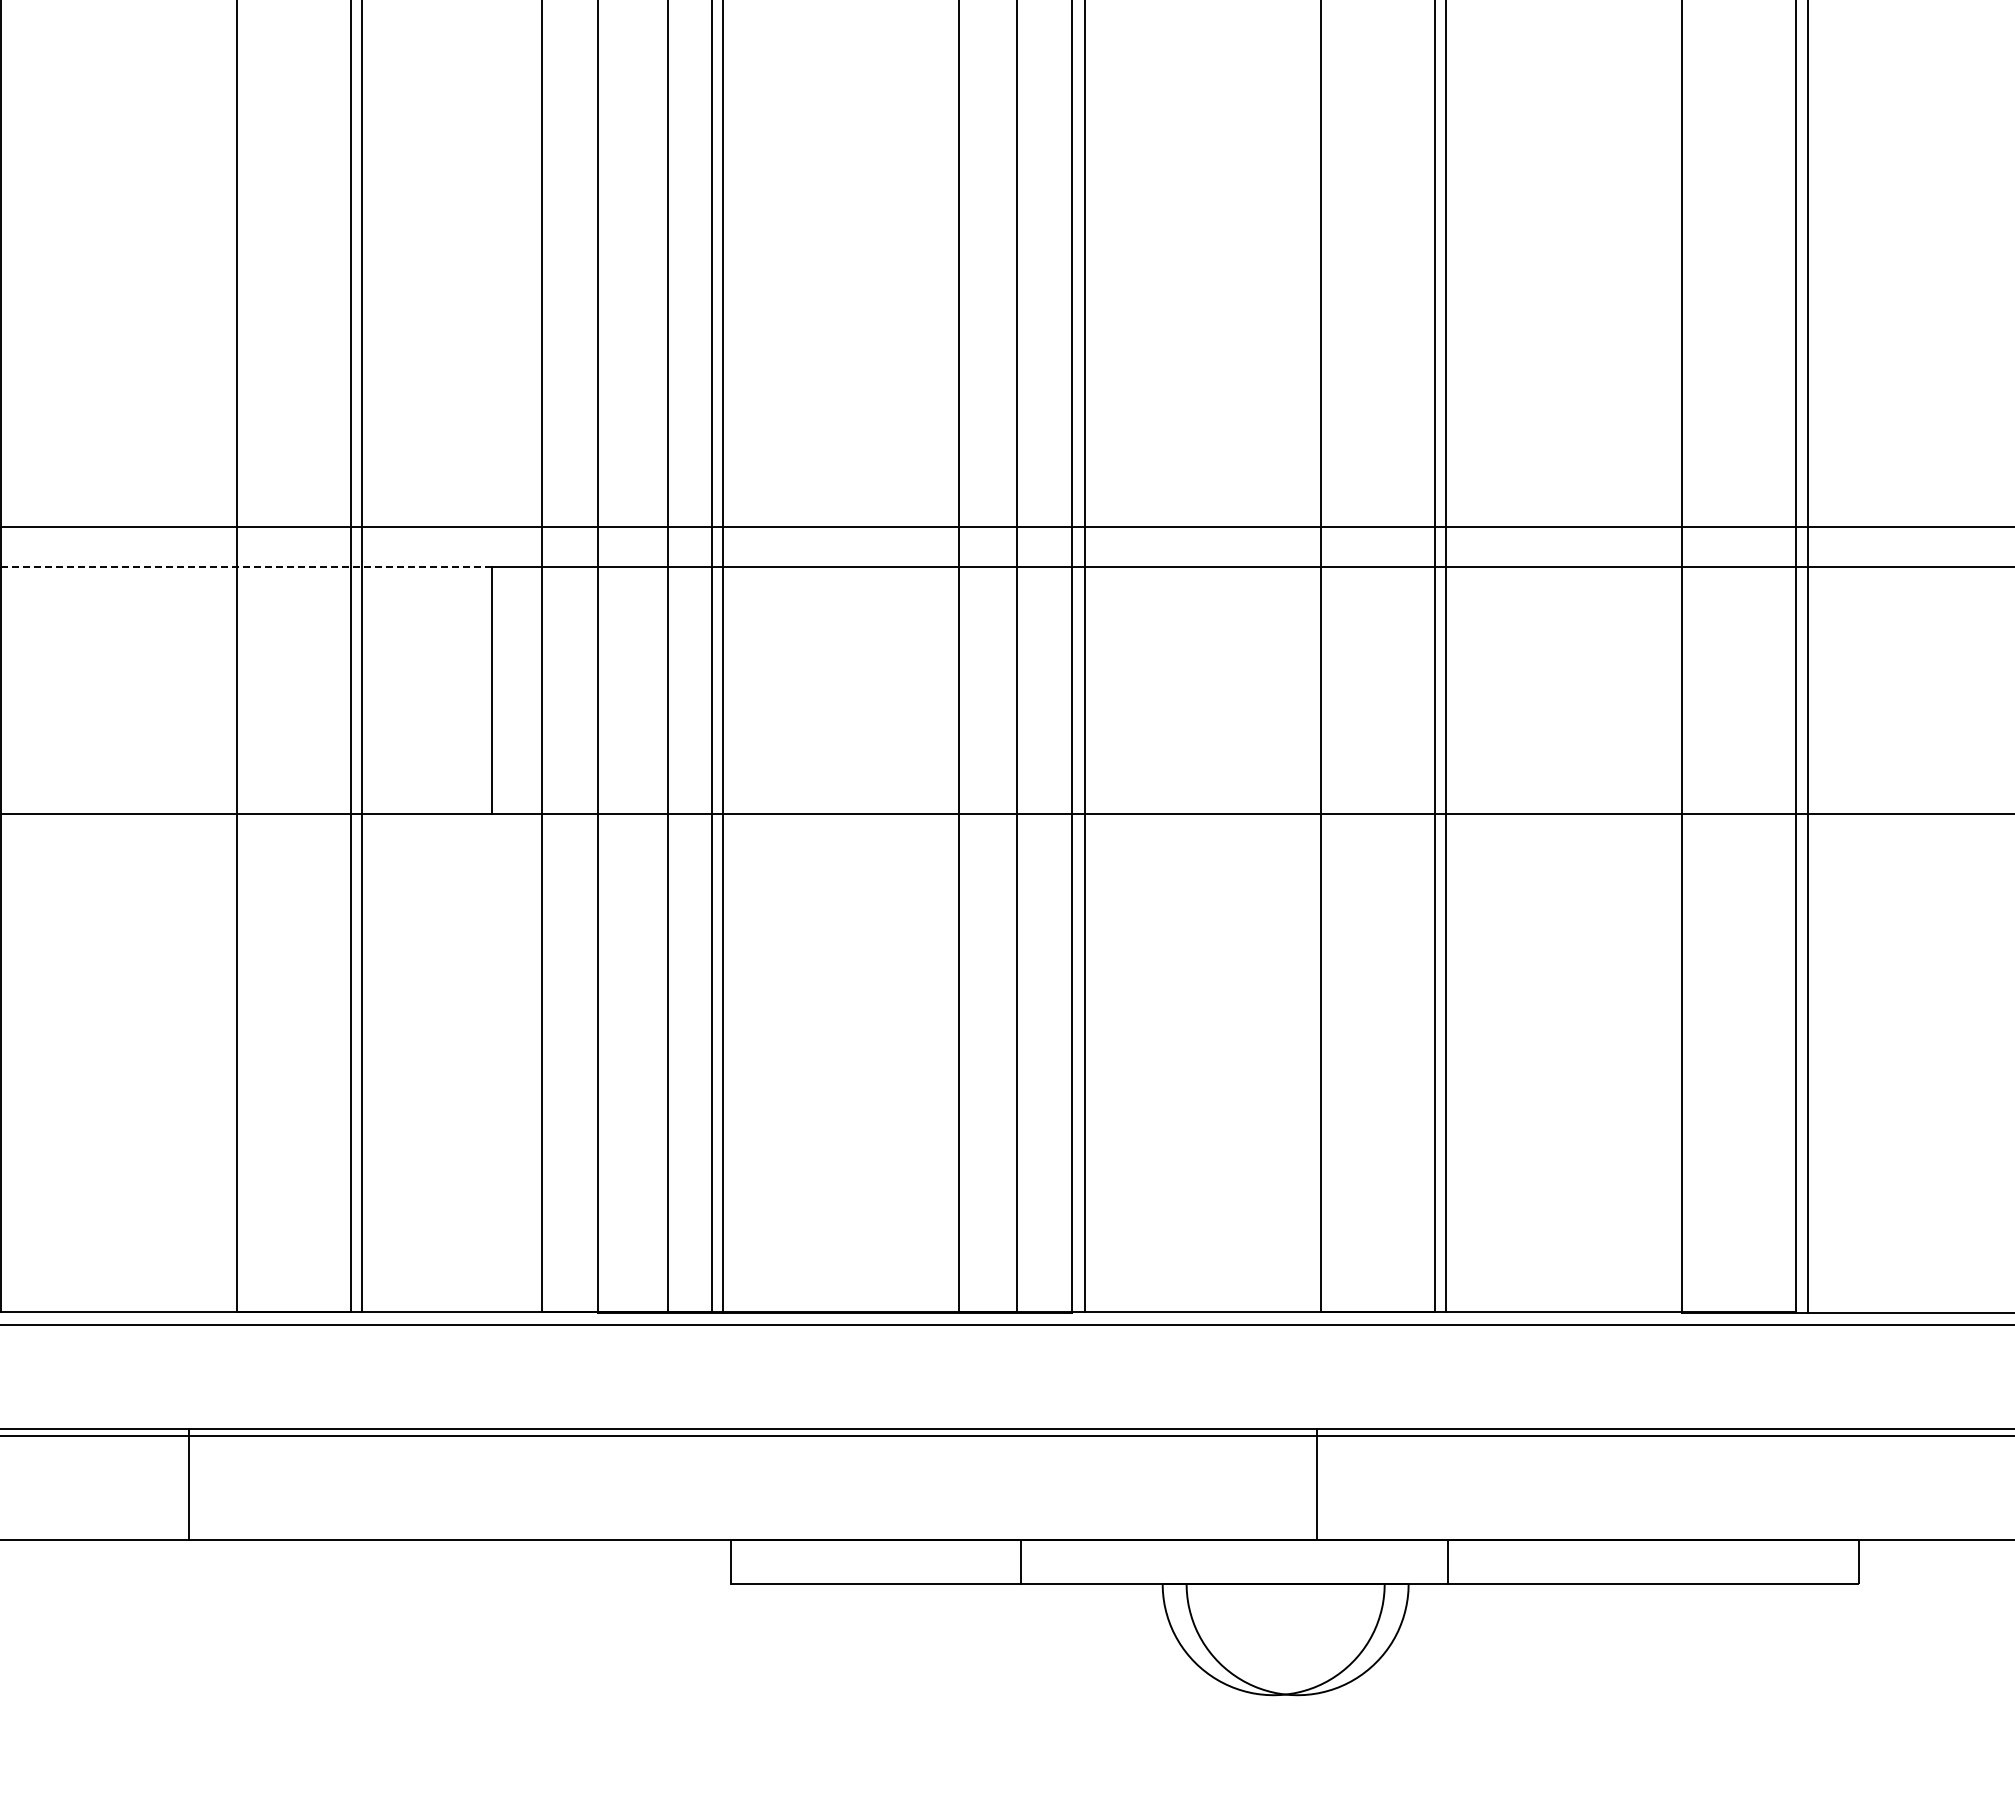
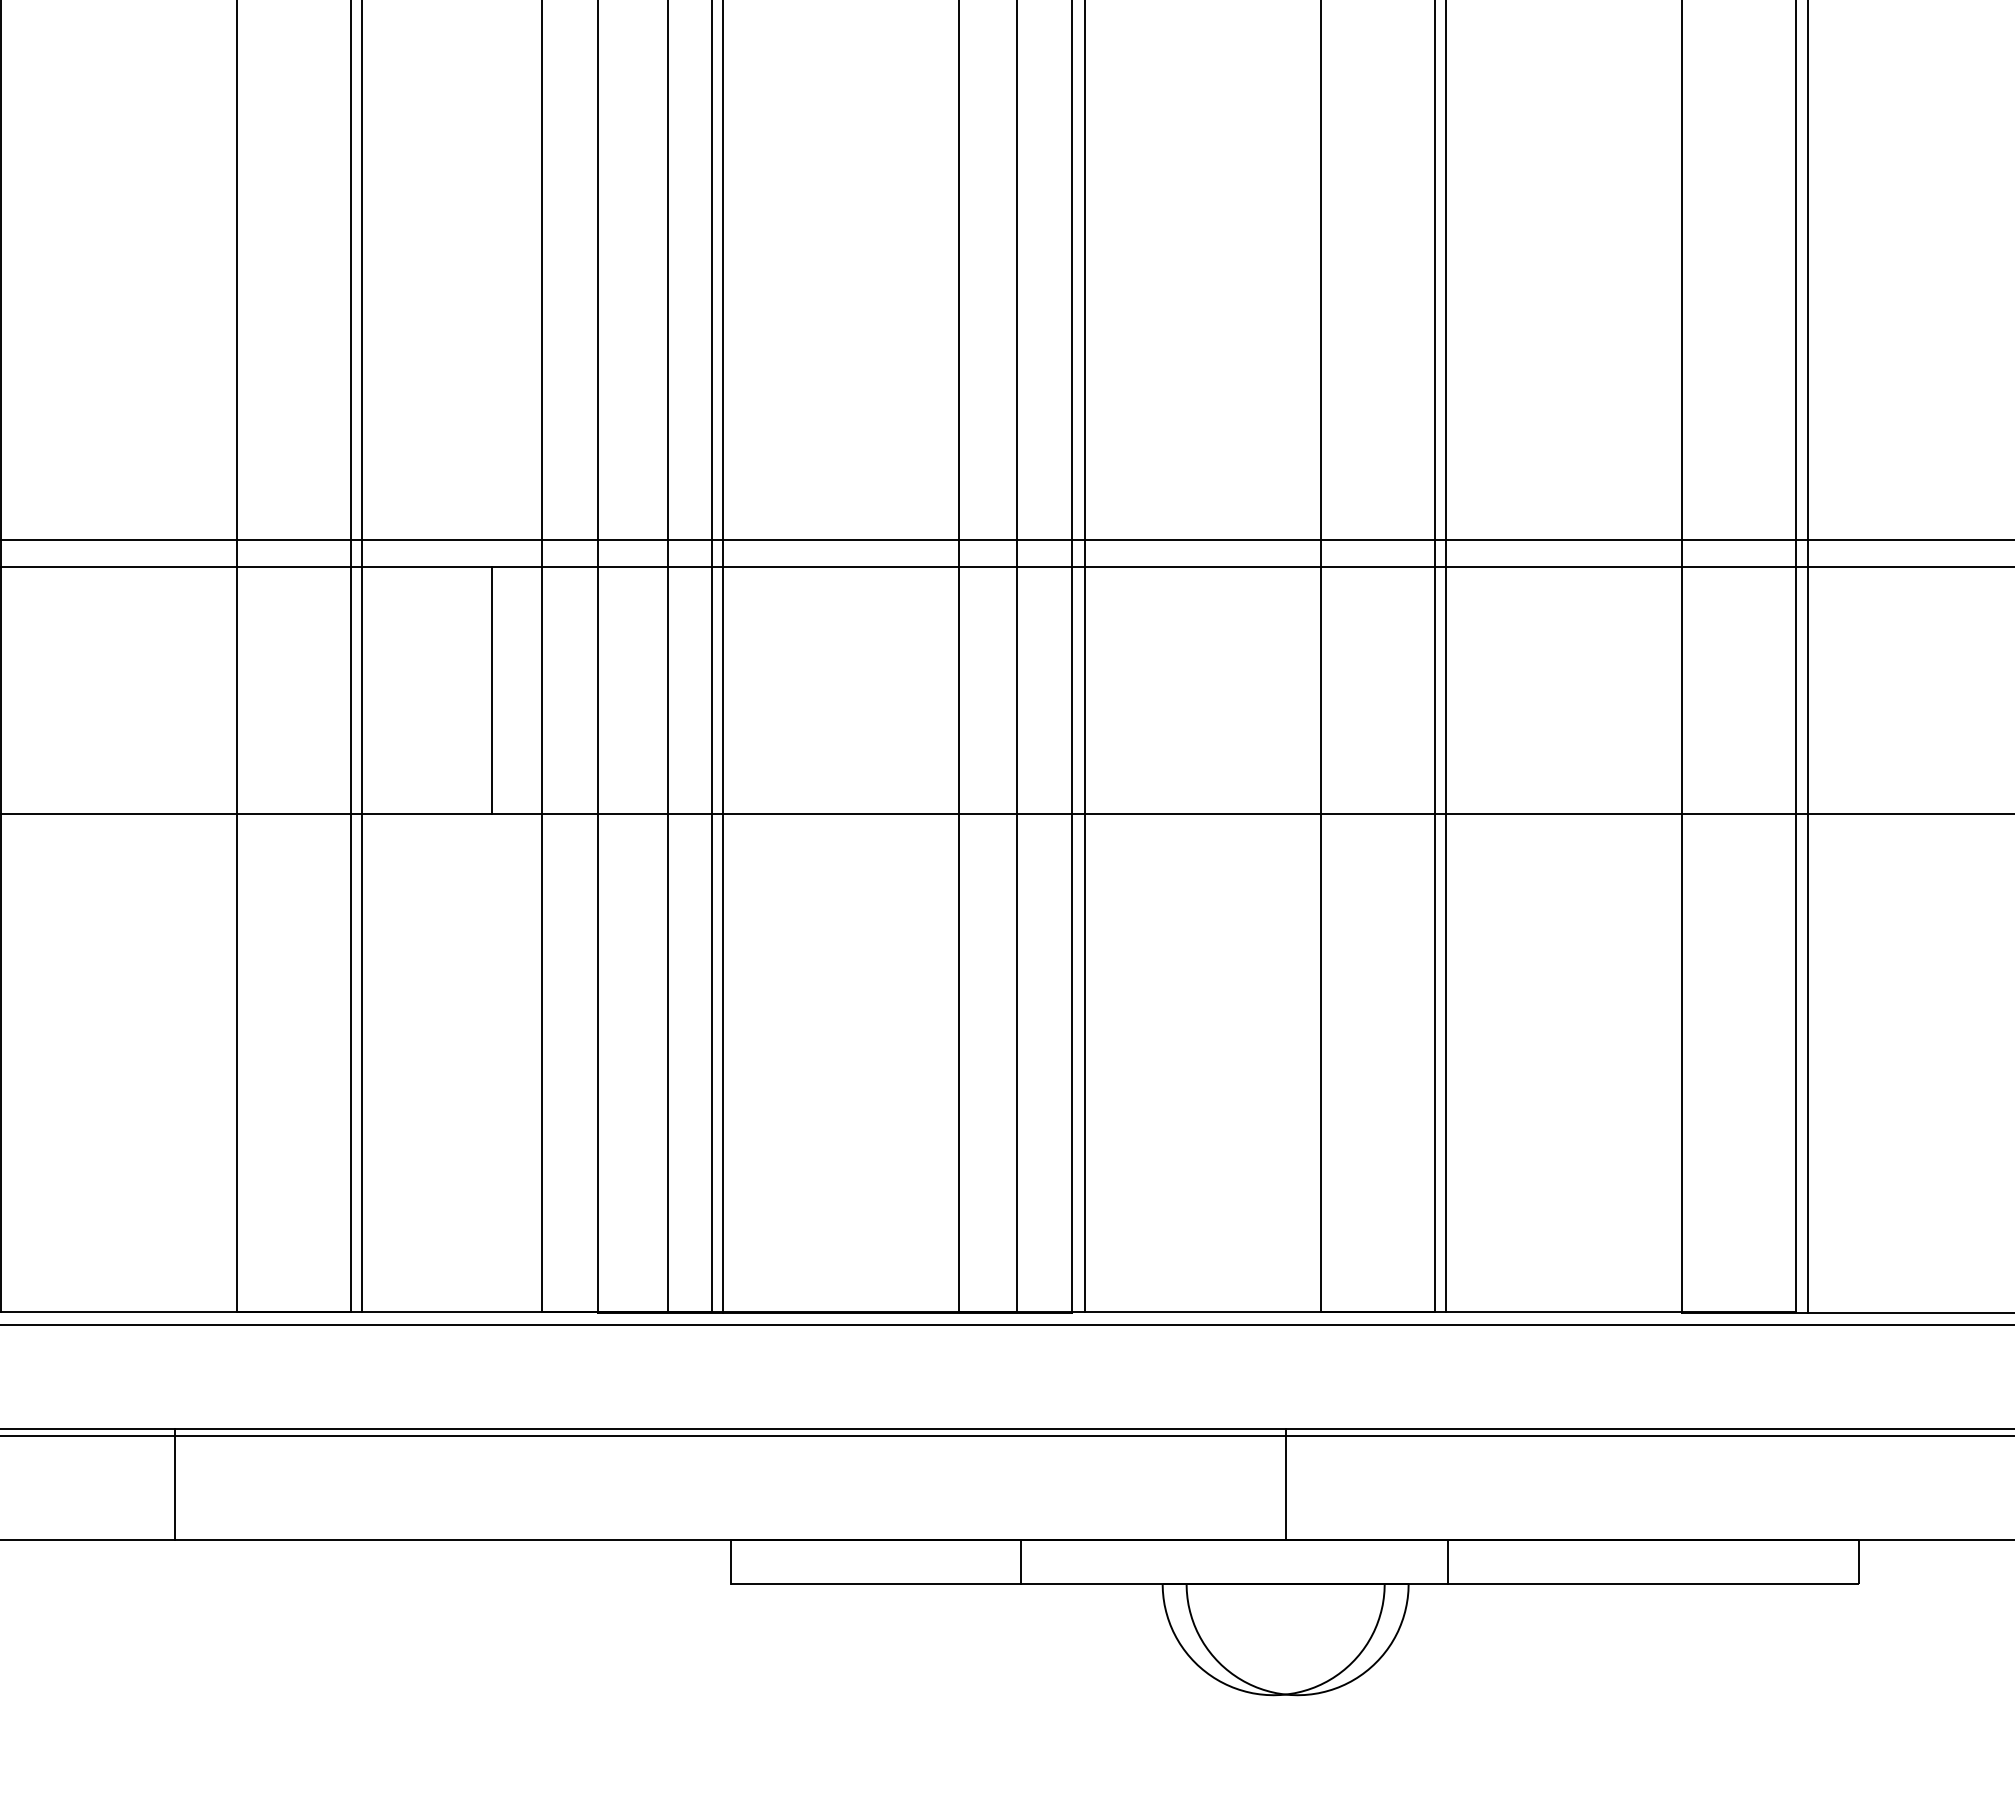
line at (1006, 527) position: (1006, 527) -> (1006, 540)
line at (246, 566): dashed -> solid
line at (189, 1483) position: (189, 1483) -> (175, 1483)
line at (1317, 1483) position: (1317, 1483) -> (1286, 1483)
